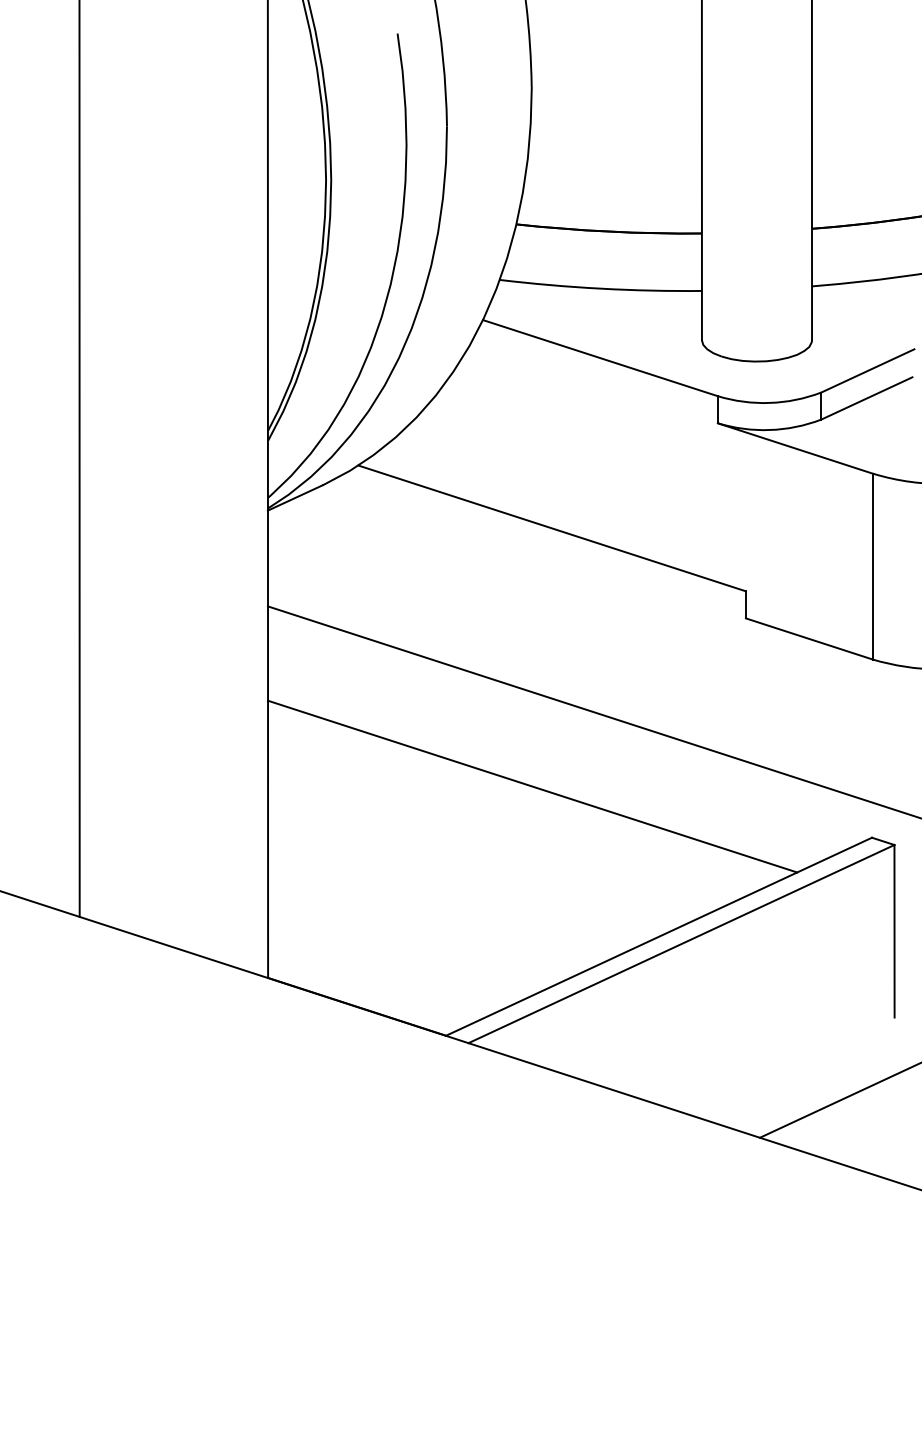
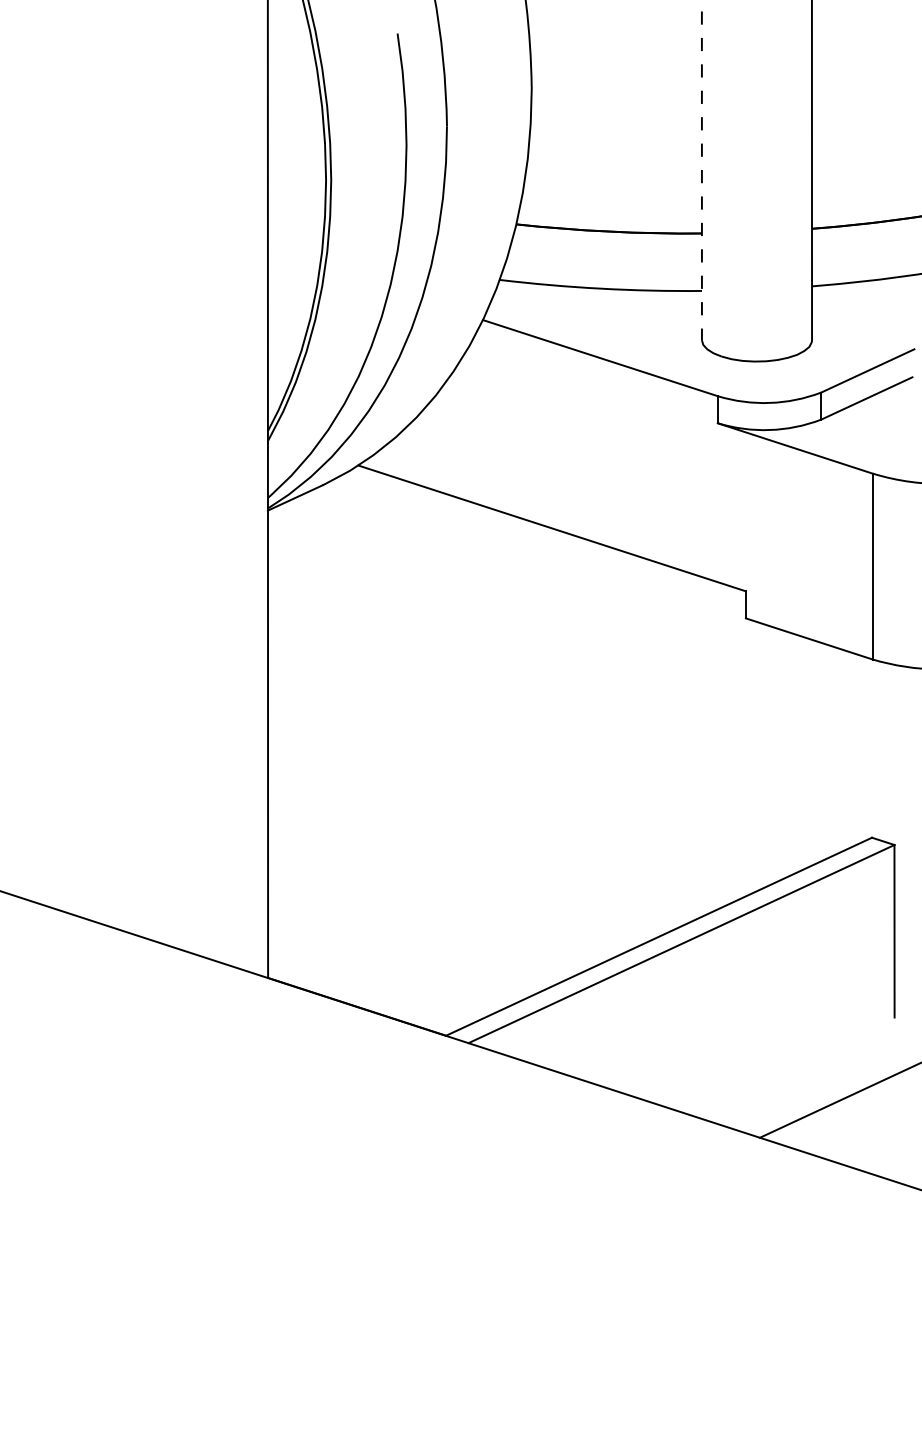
line at (701, 170): solid -> dashed
line at (79, 459): present -> none
line at (592, 711): present -> none
line at (532, 786): present -> none
